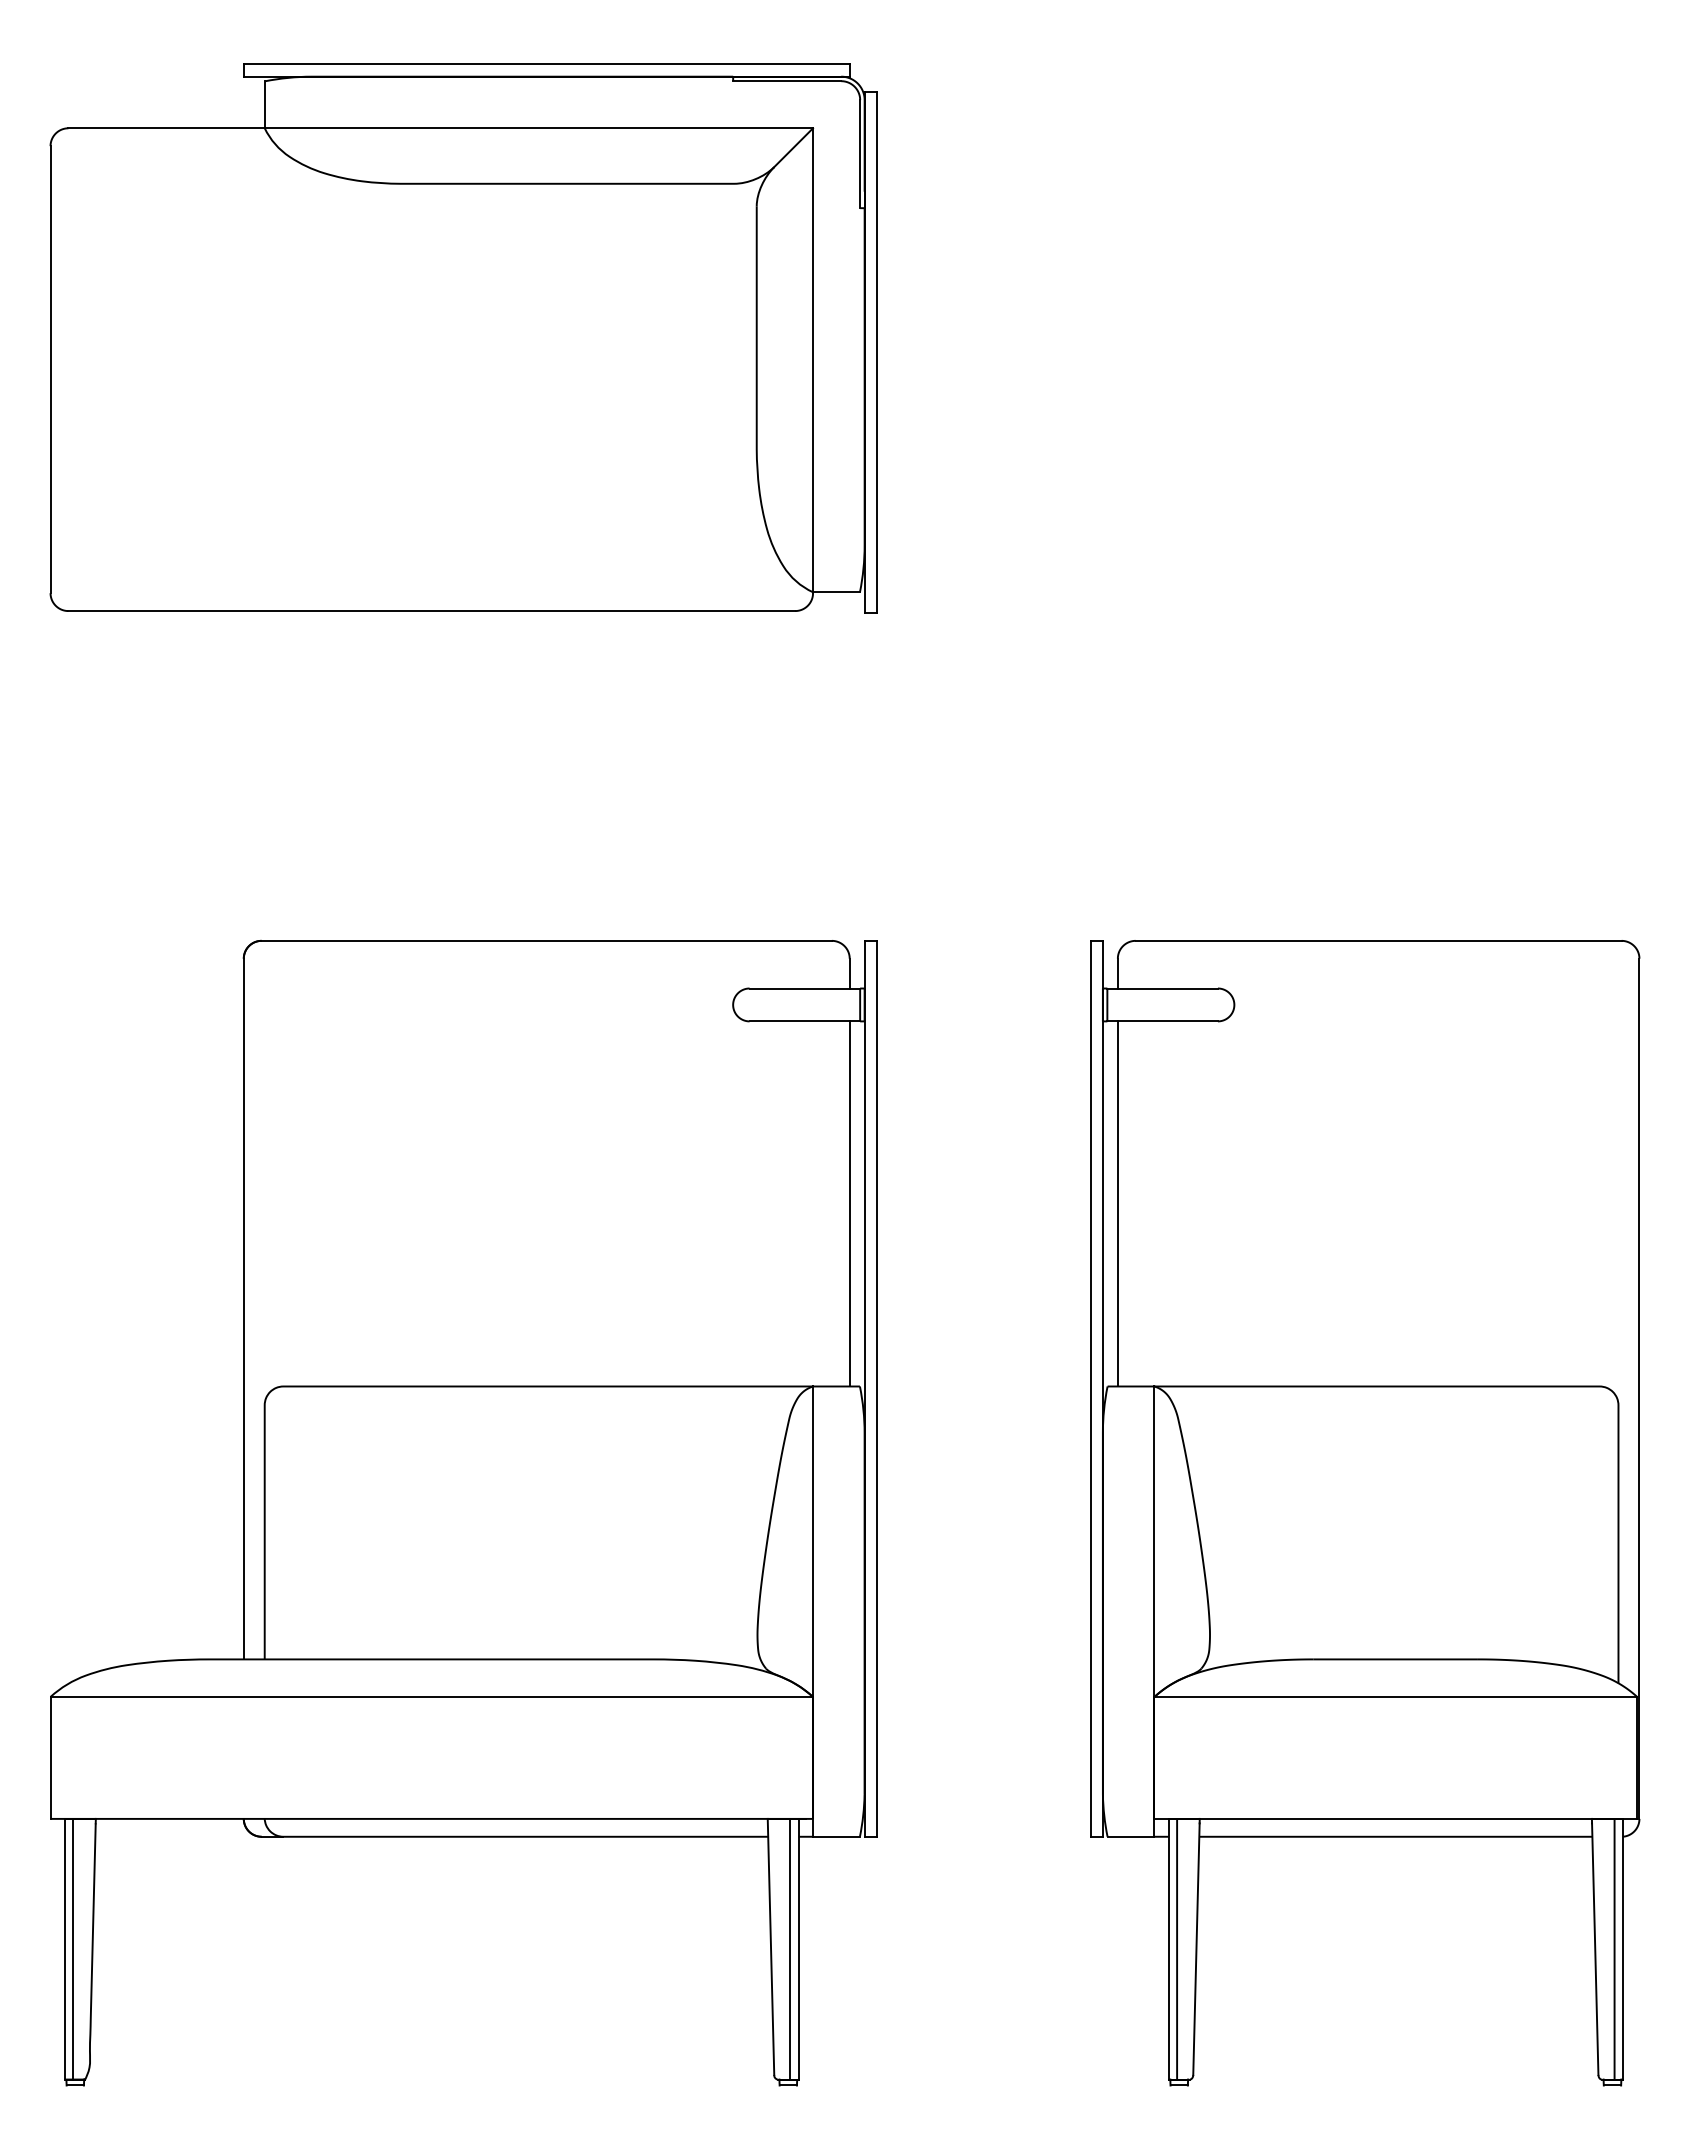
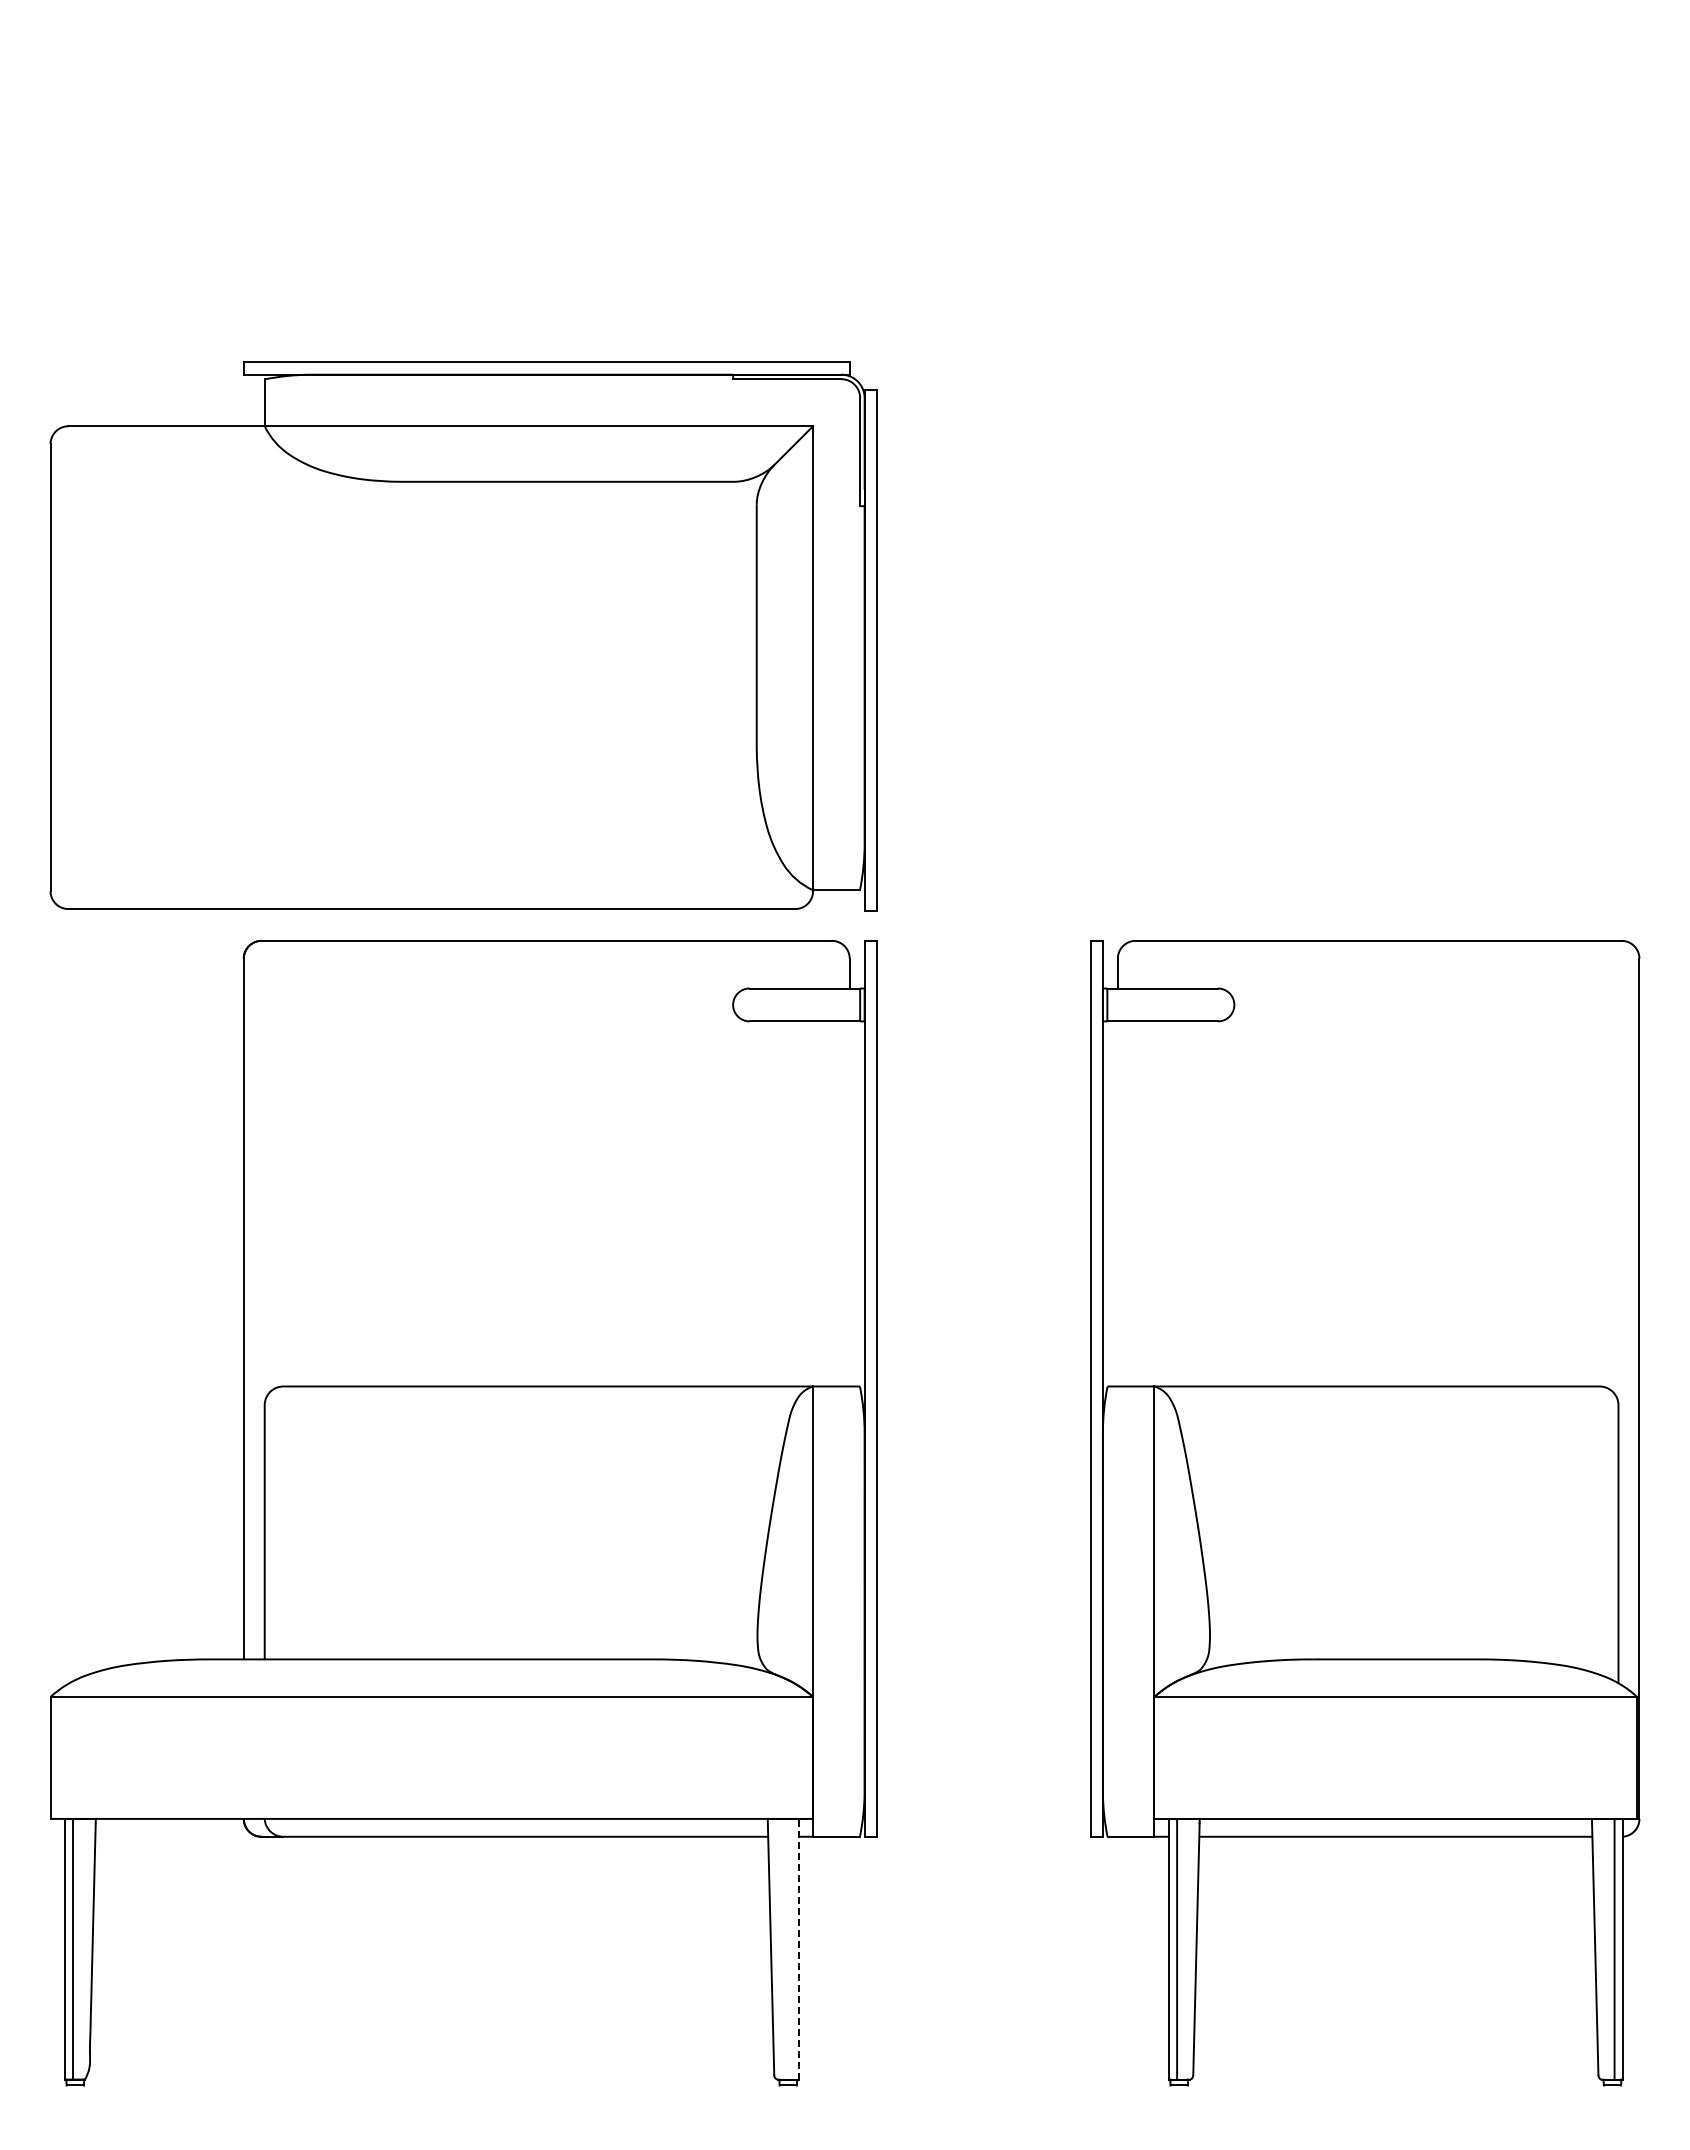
part at (463, 338) position: (463, 338) -> (463, 636)
line at (849, 1203): present -> none
line at (1117, 1203): present -> none
line at (790, 1948): present -> none
line at (798, 1948): solid -> dashed
